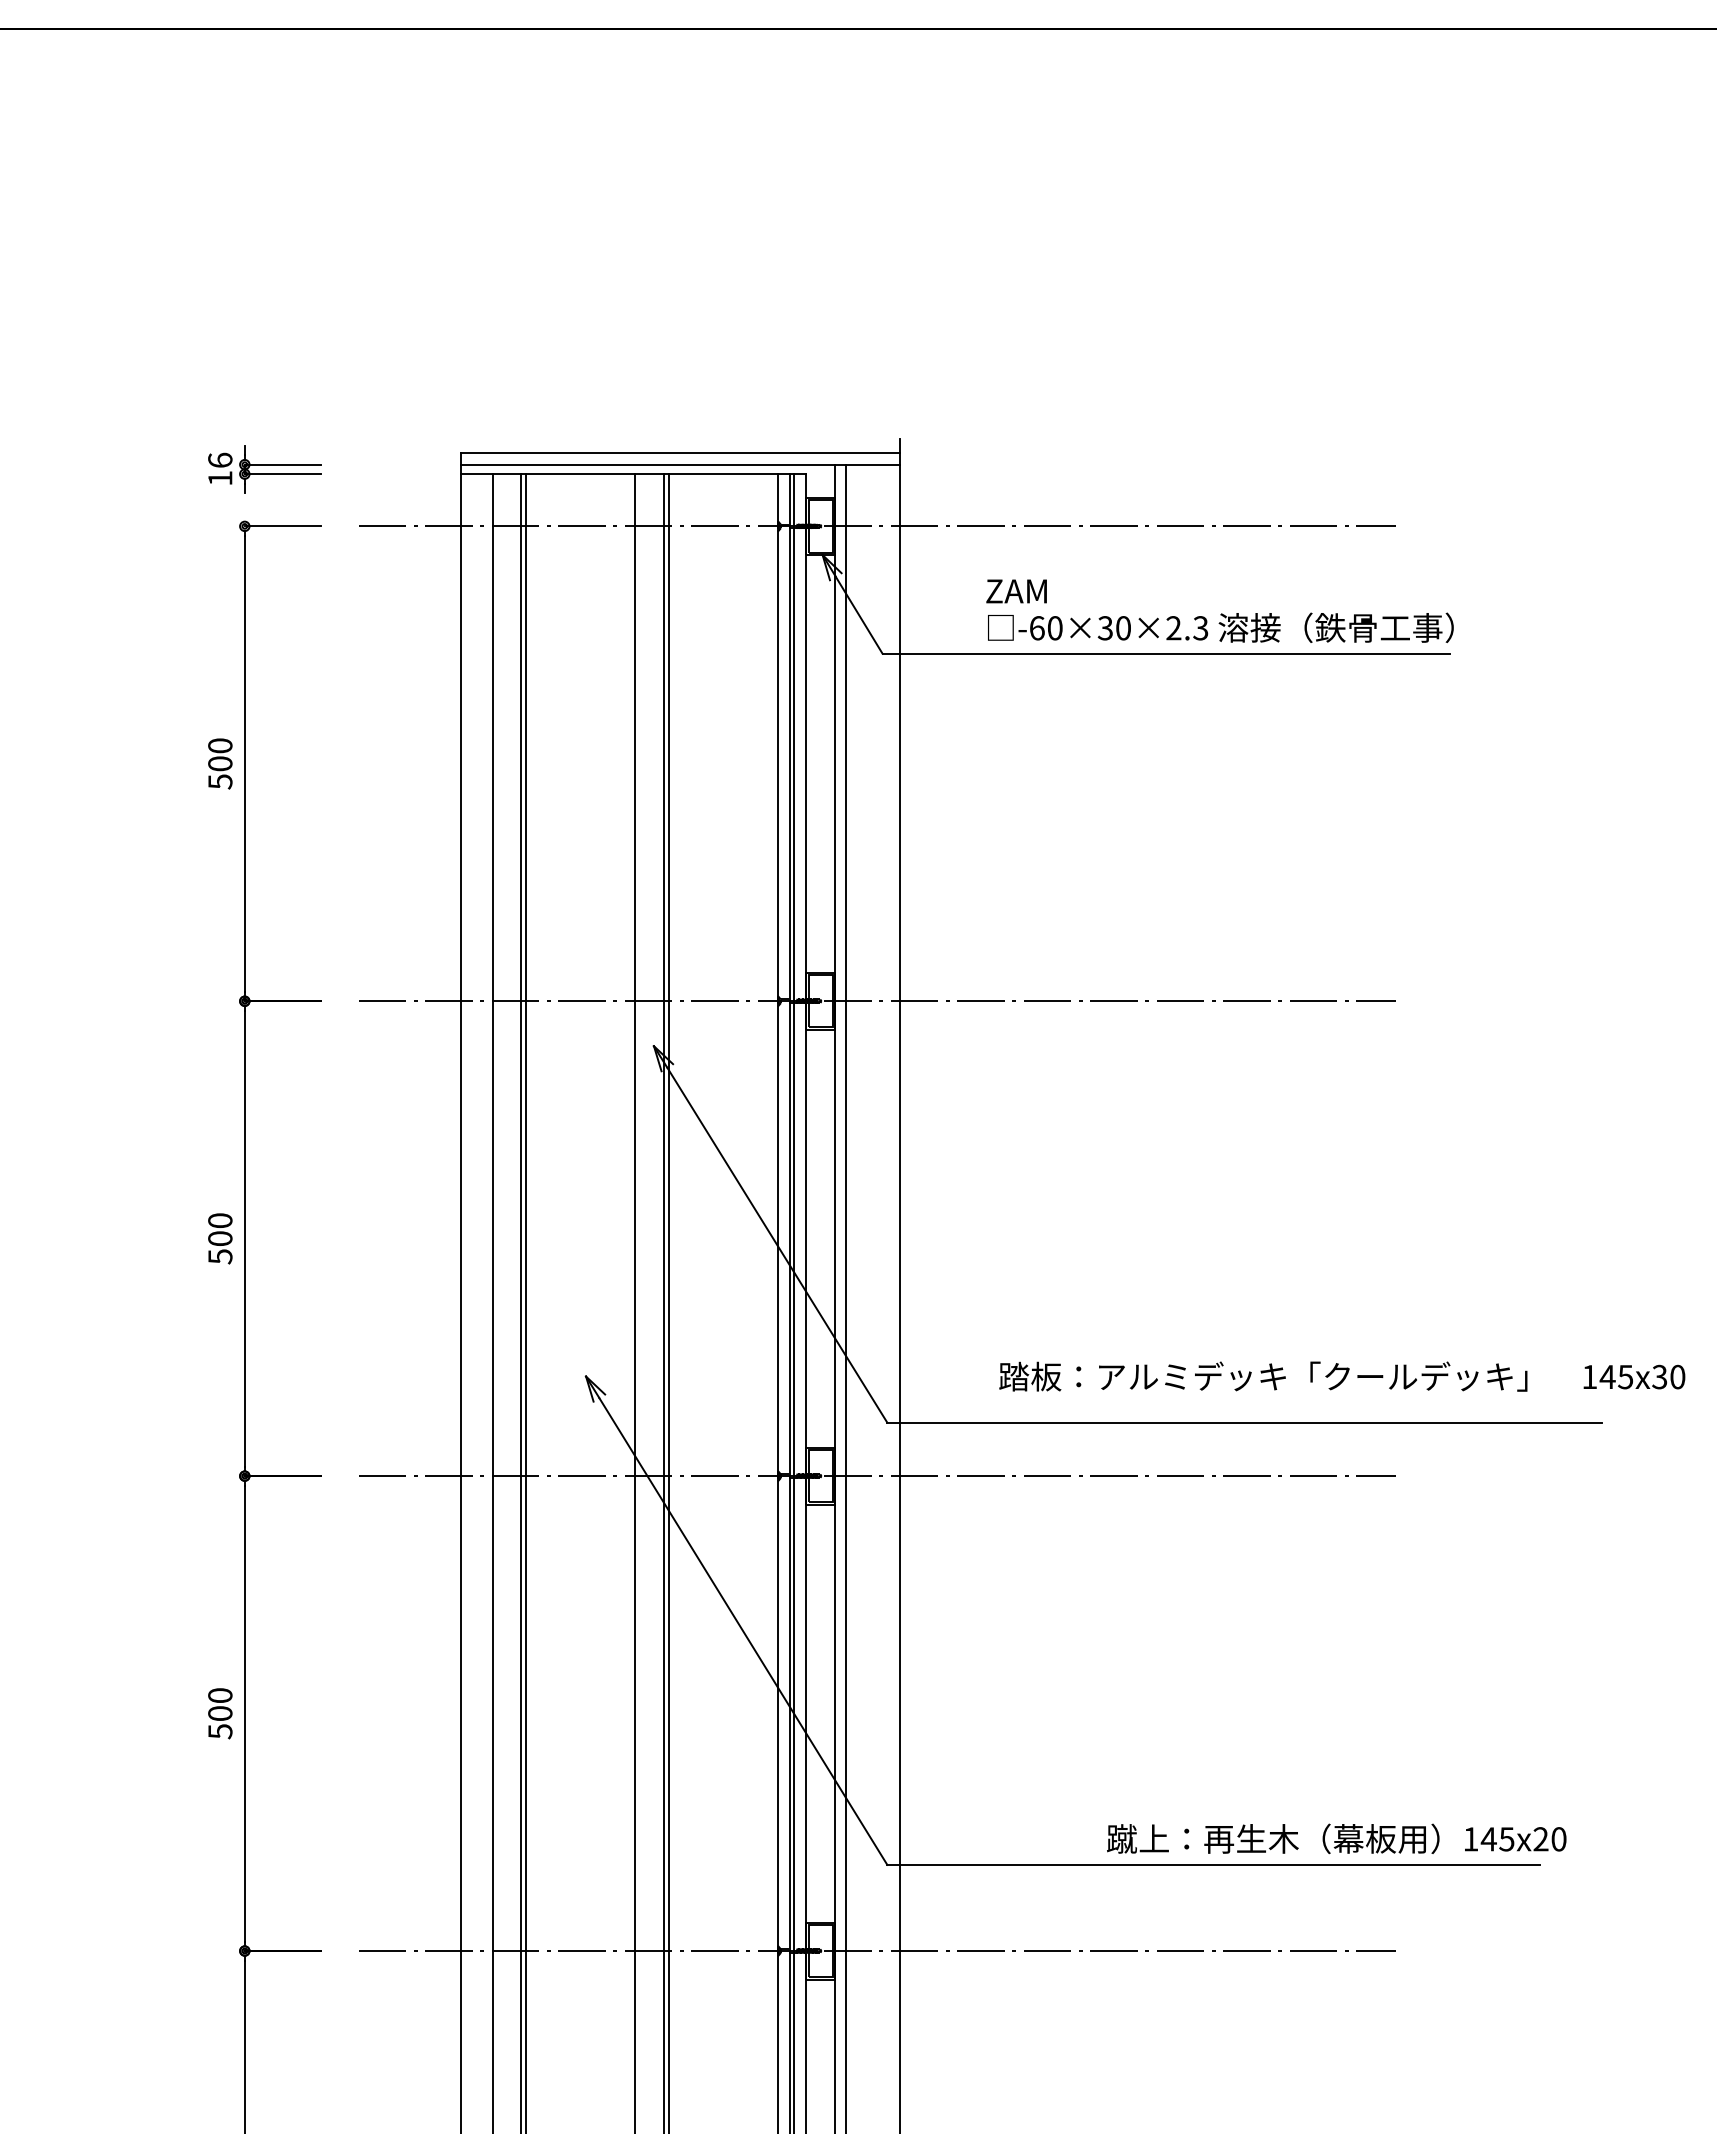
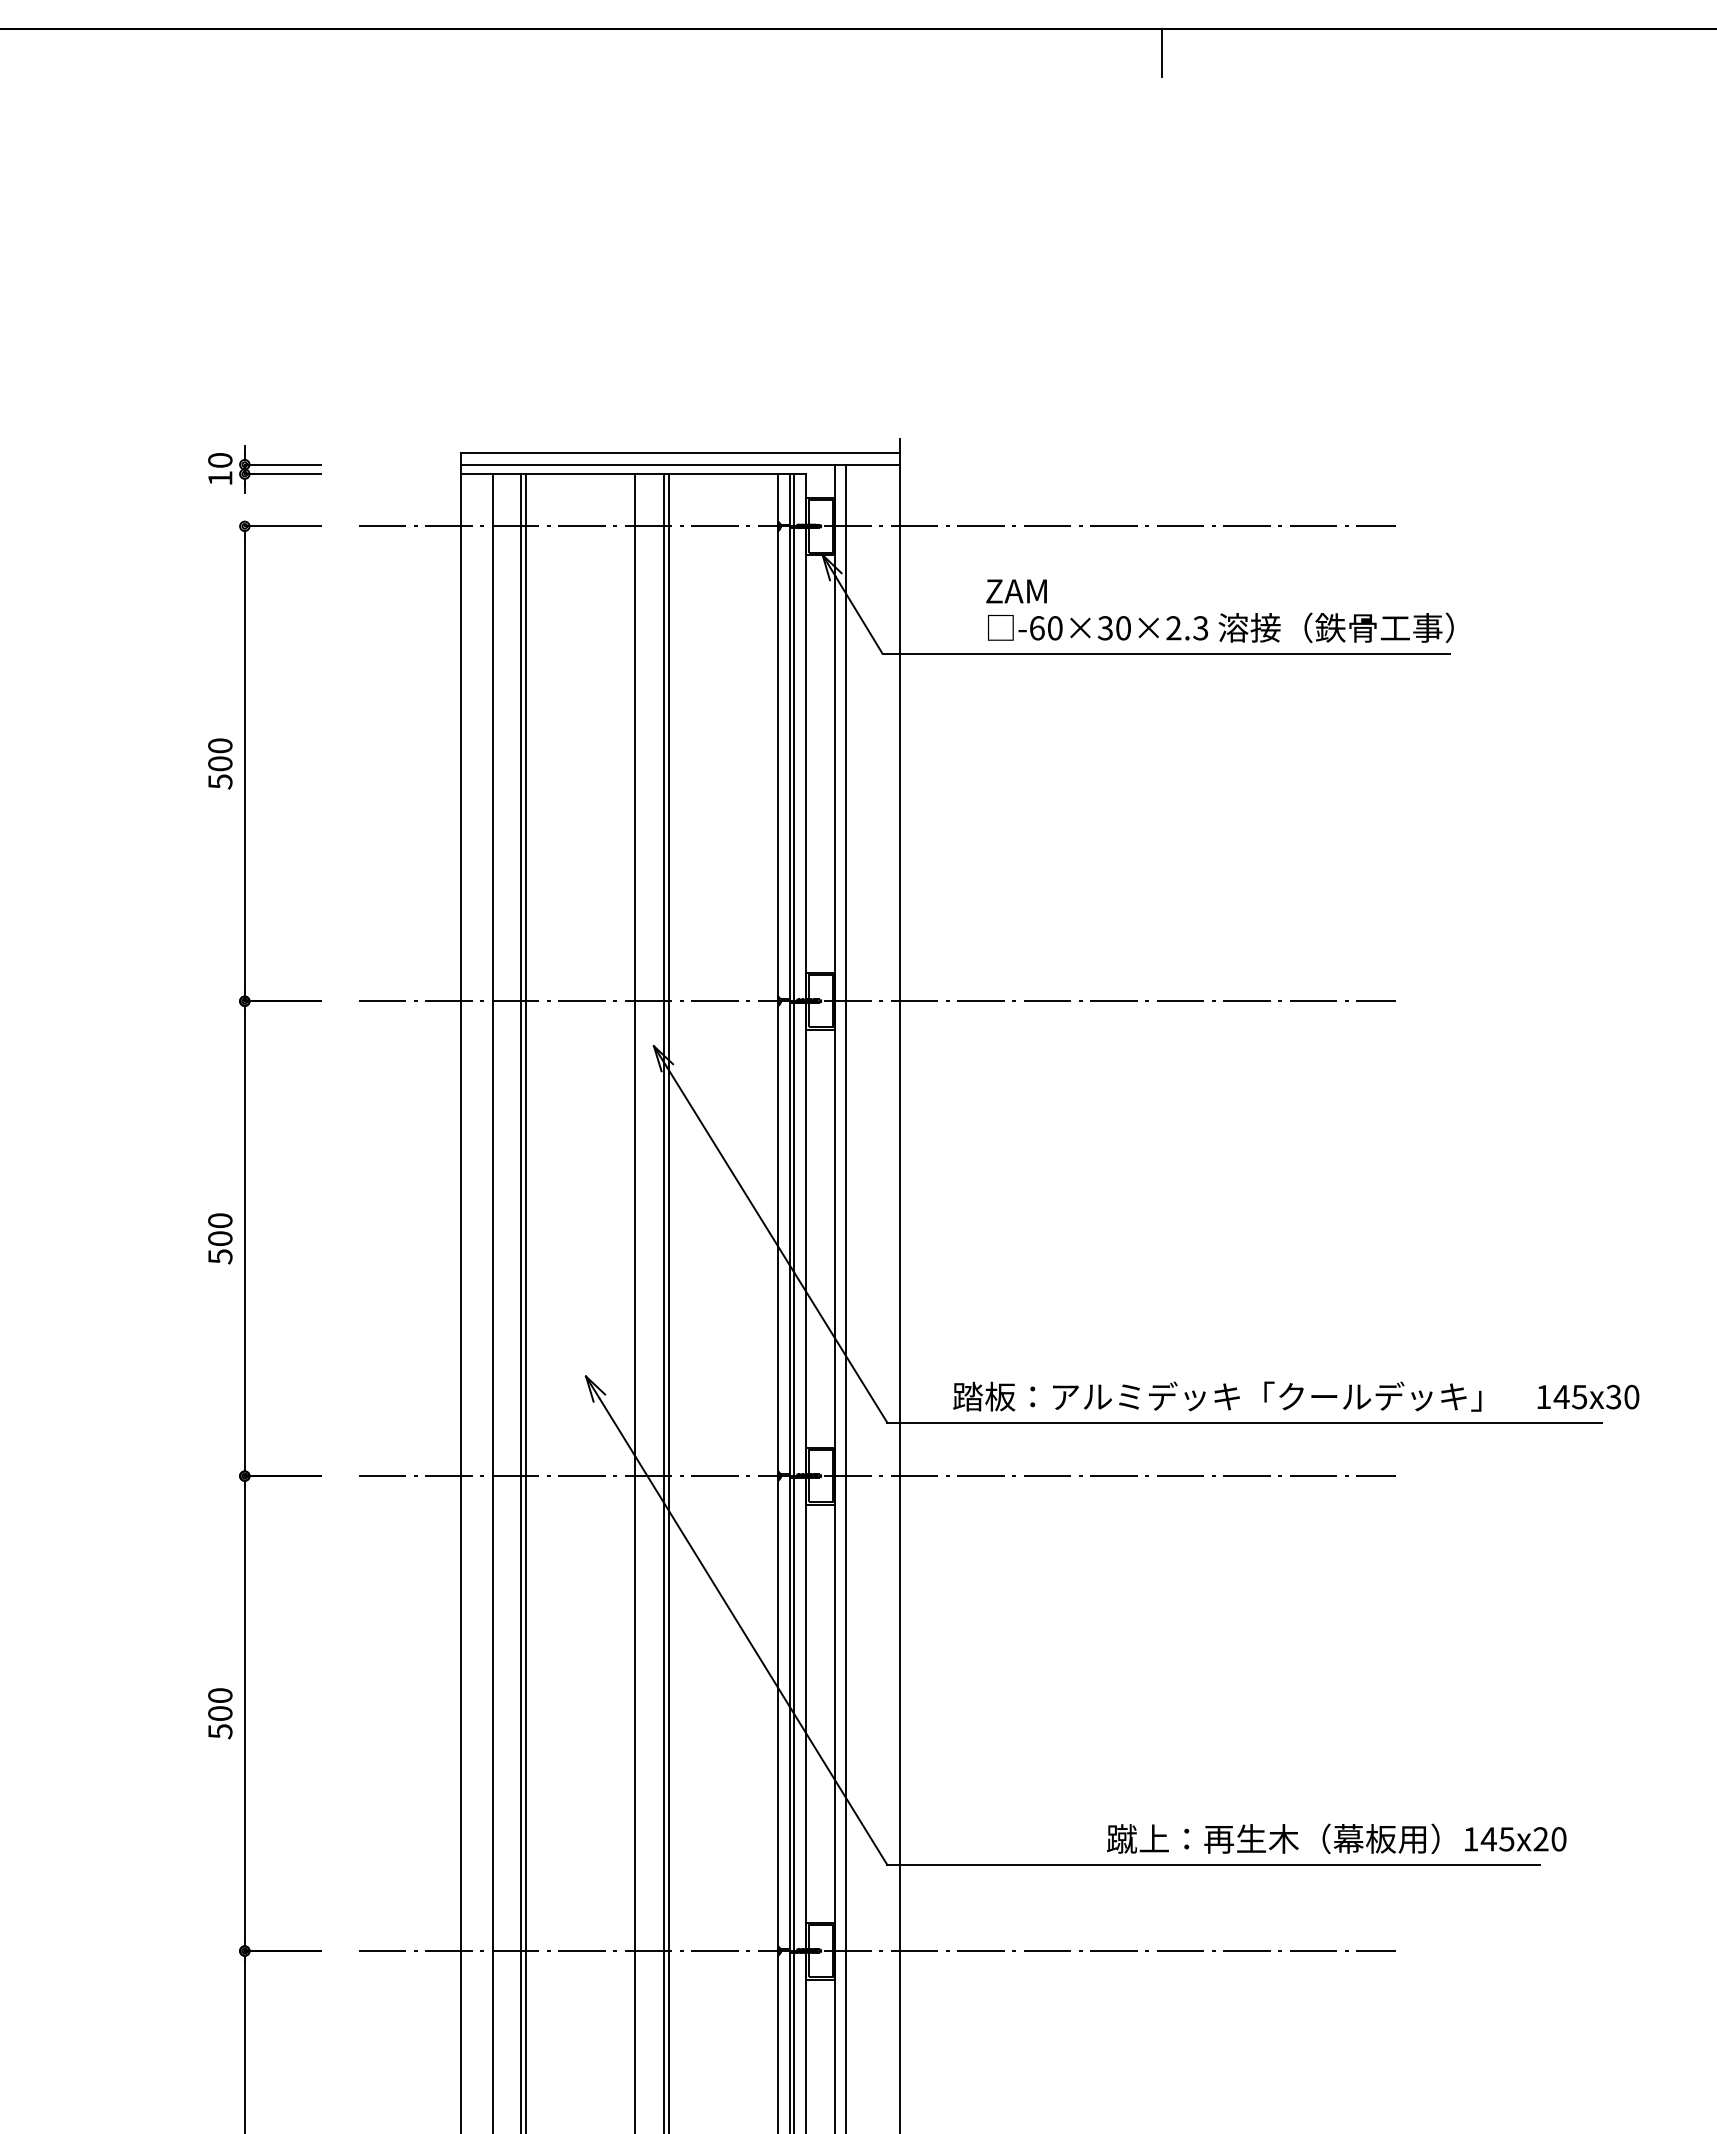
line at (1161, 52): none -> present
text at (220, 459): 16 -> 10
text at (1342, 1376) position: (1342, 1376) -> (1296, 1396)
